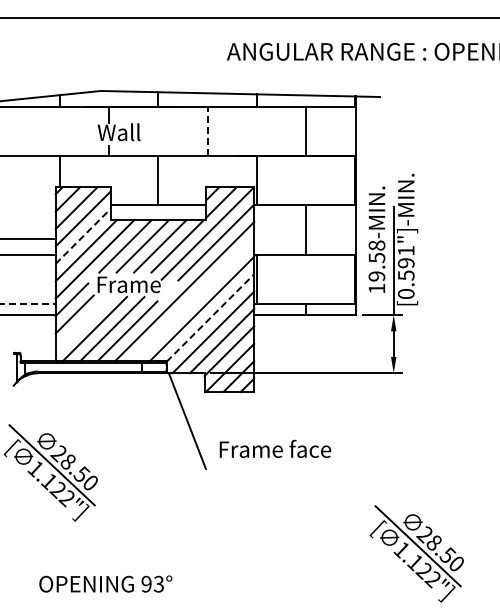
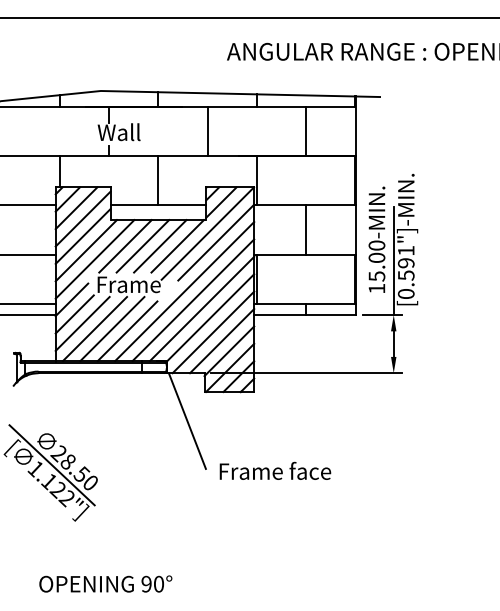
line at (207, 131): dashed -> solid
line at (83, 236): dashed -> solid
line at (28, 239) position: (28, 239) -> (28, 205)
text at (376, 260): 19.58-MIN. -> 15.00-MIN.
line at (193, 300): none -> present
line at (28, 303): dashed -> solid
line at (210, 317): dashed -> solid
line at (82, 323): none -> present
text at (275, 448) position: (275, 448) -> (275, 470)
part at (416, 553): present -> none
text at (158, 584): 93° -> 90°
